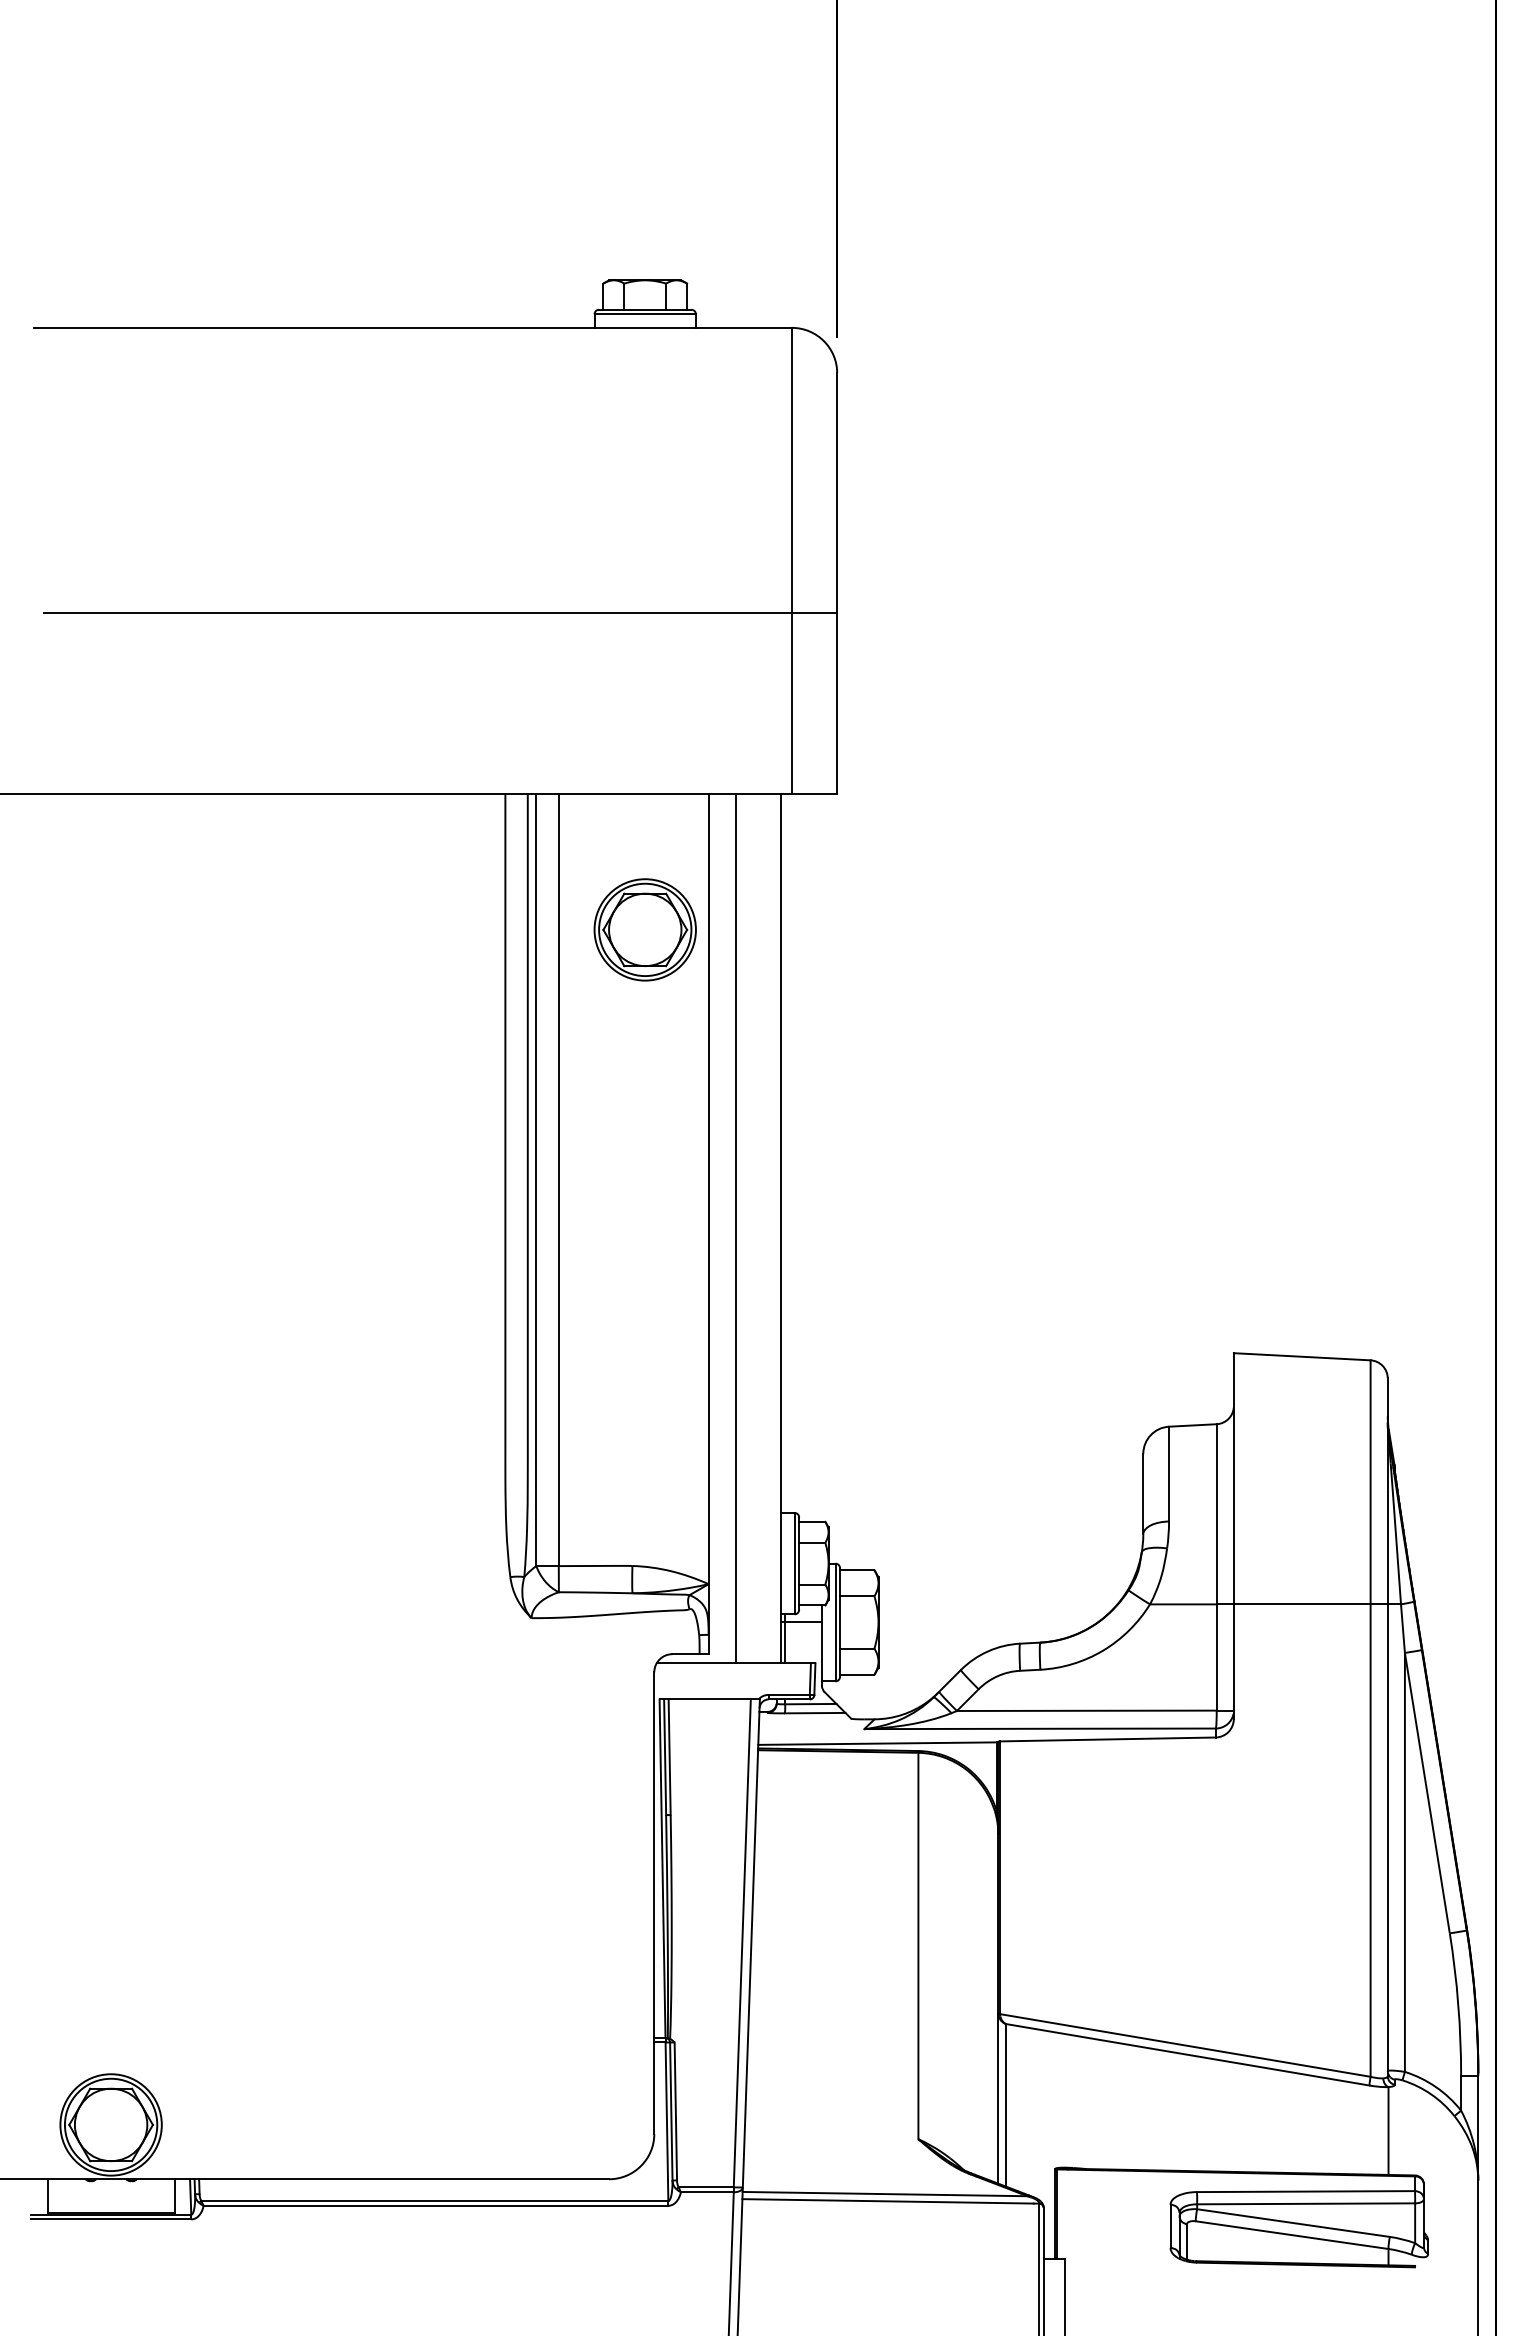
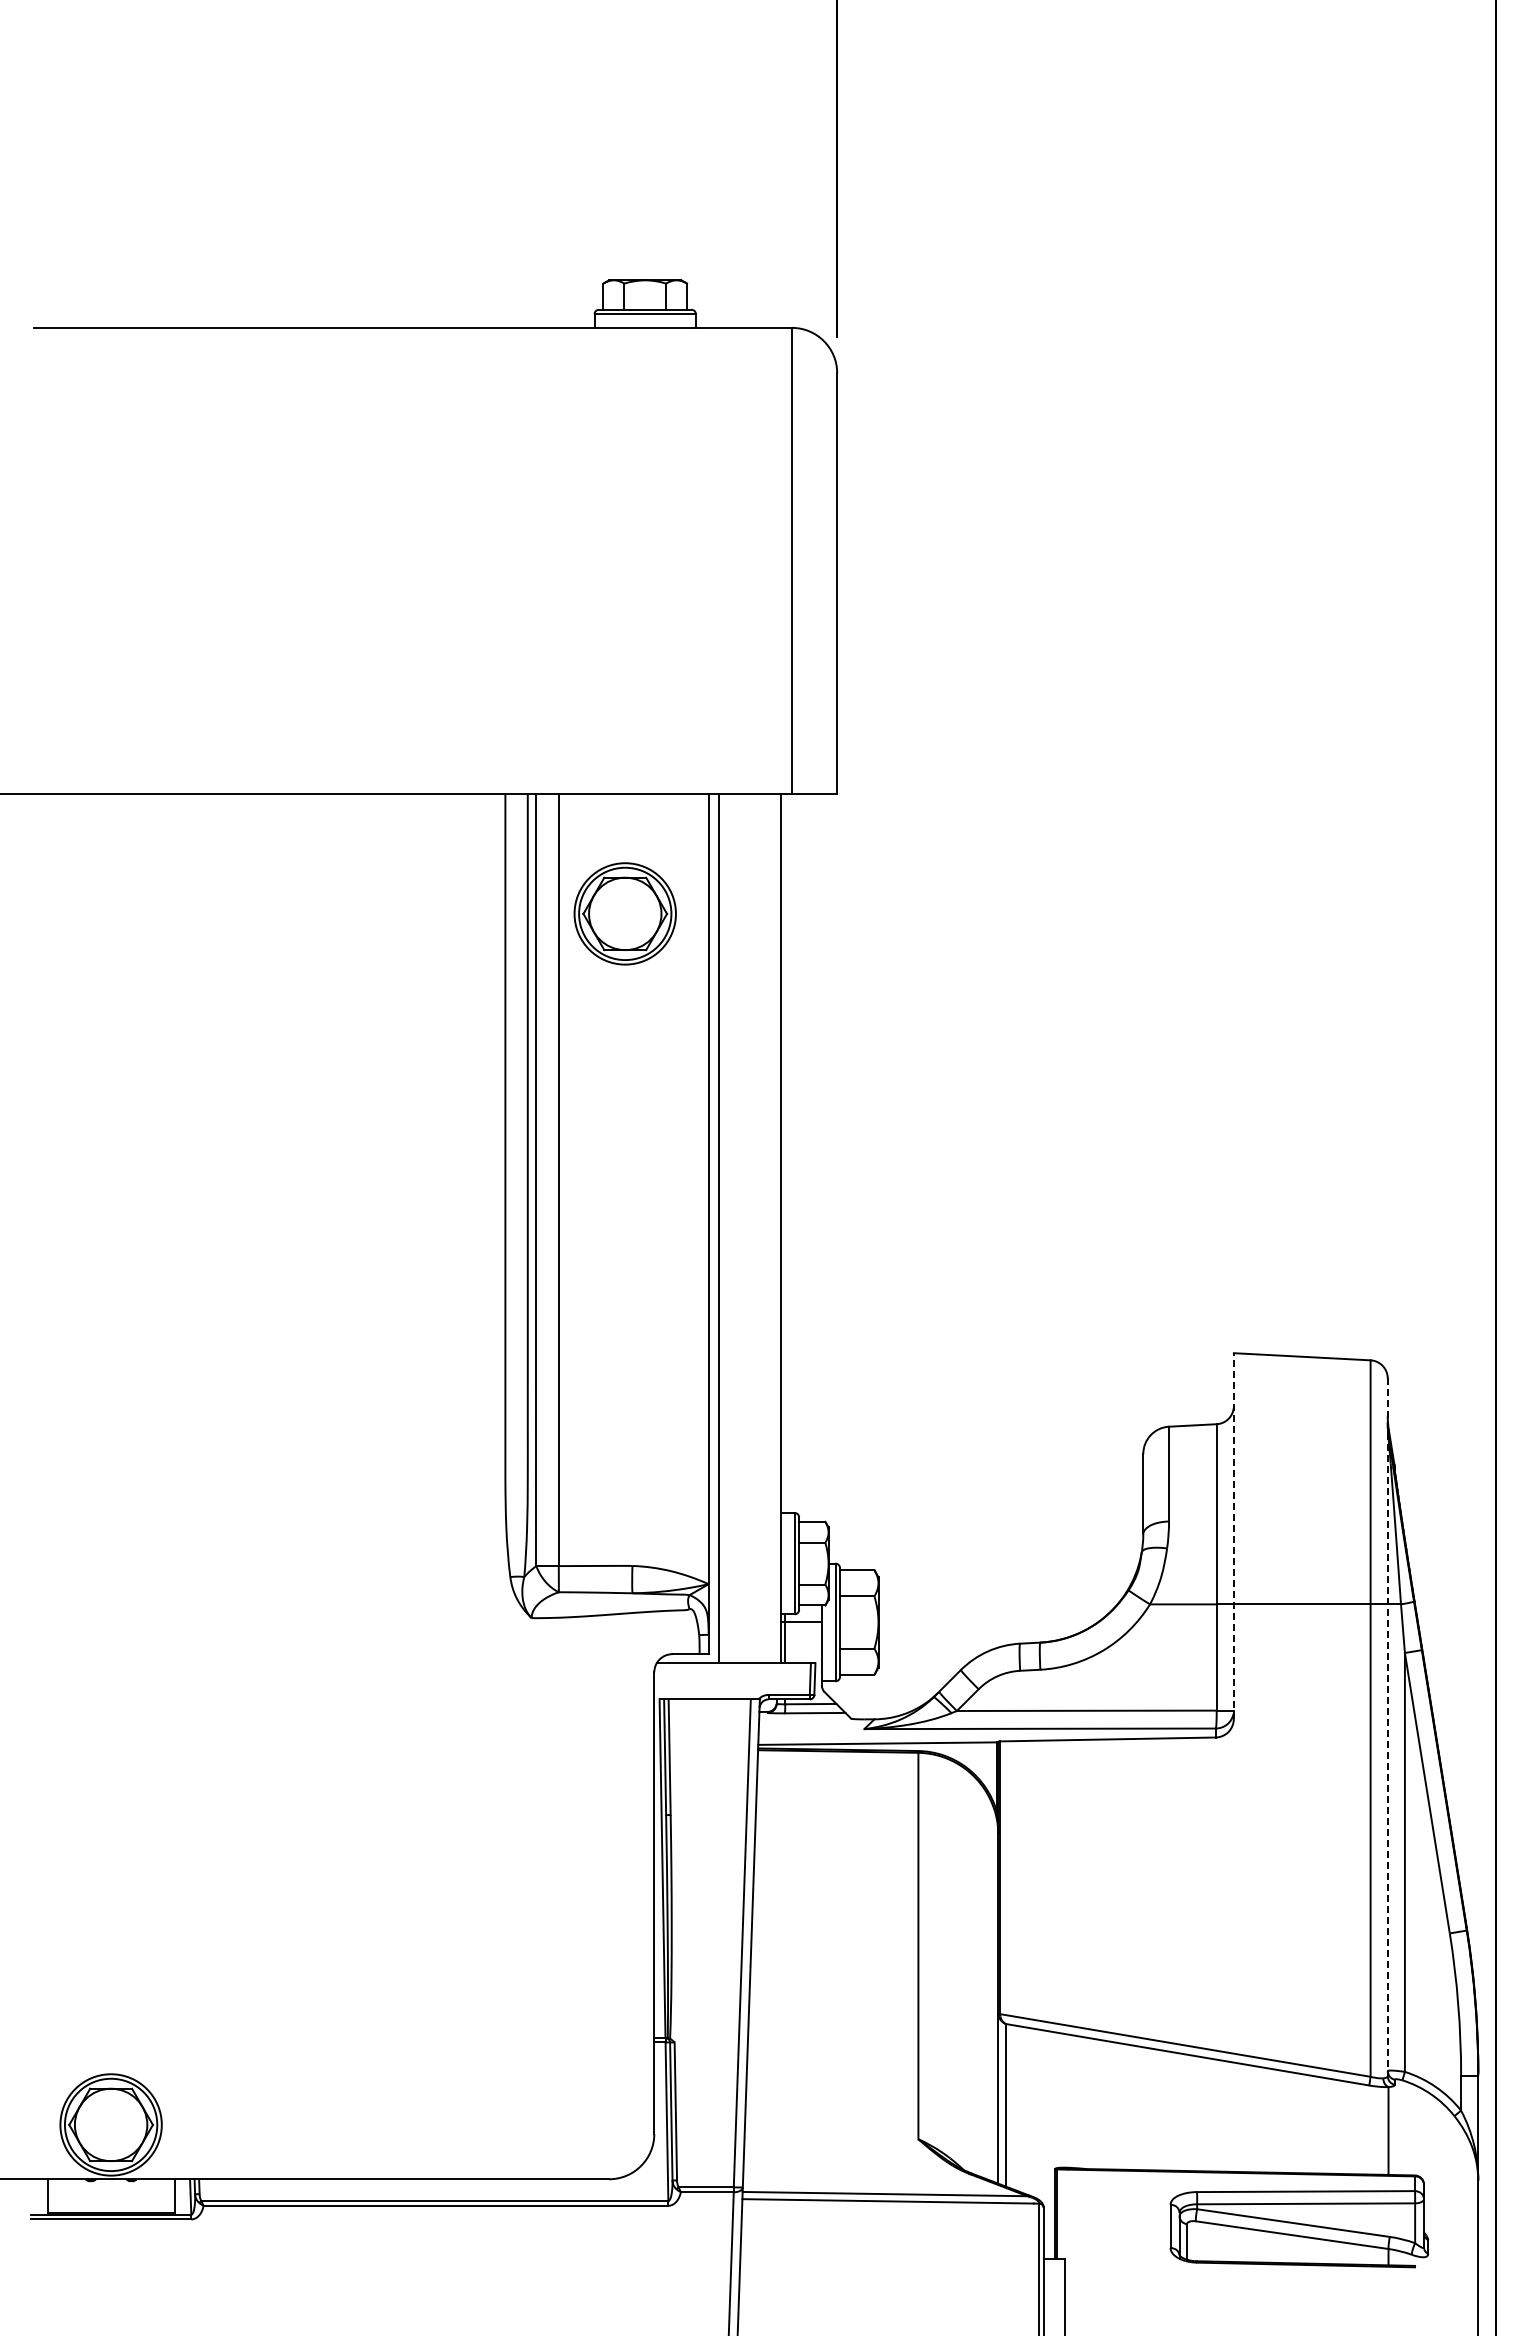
line at (440, 613): present -> none
part at (644, 929) position: (644, 929) -> (624, 913)
line at (735, 1228) position: (735, 1228) -> (718, 1228)
line at (1233, 1536): solid -> dashed
line at (1387, 1727): solid -> dashed
